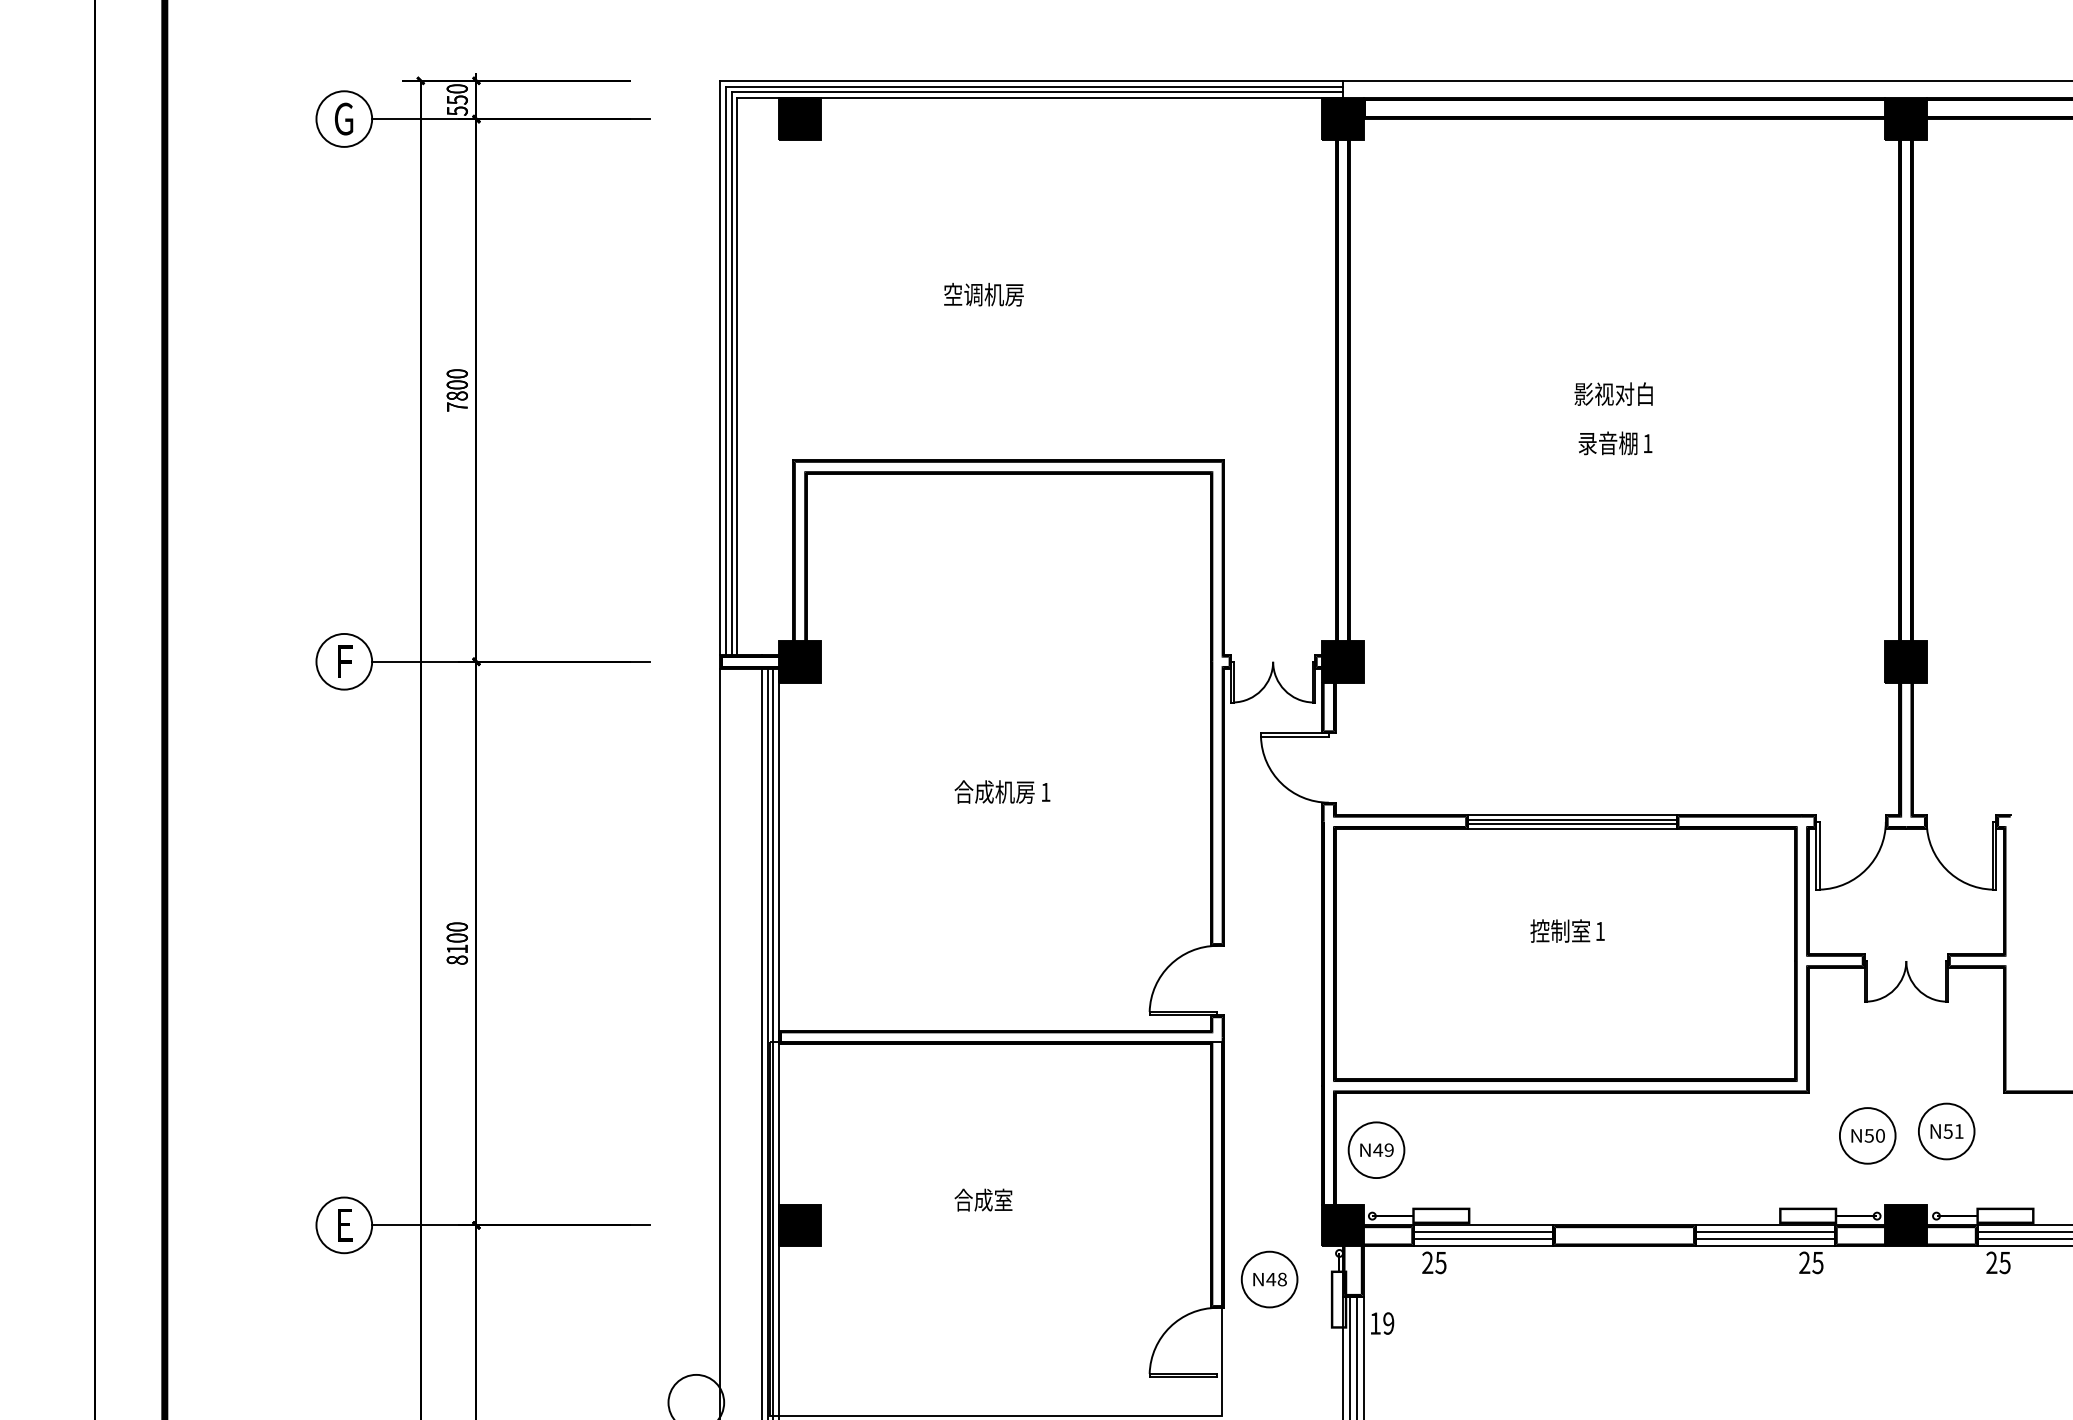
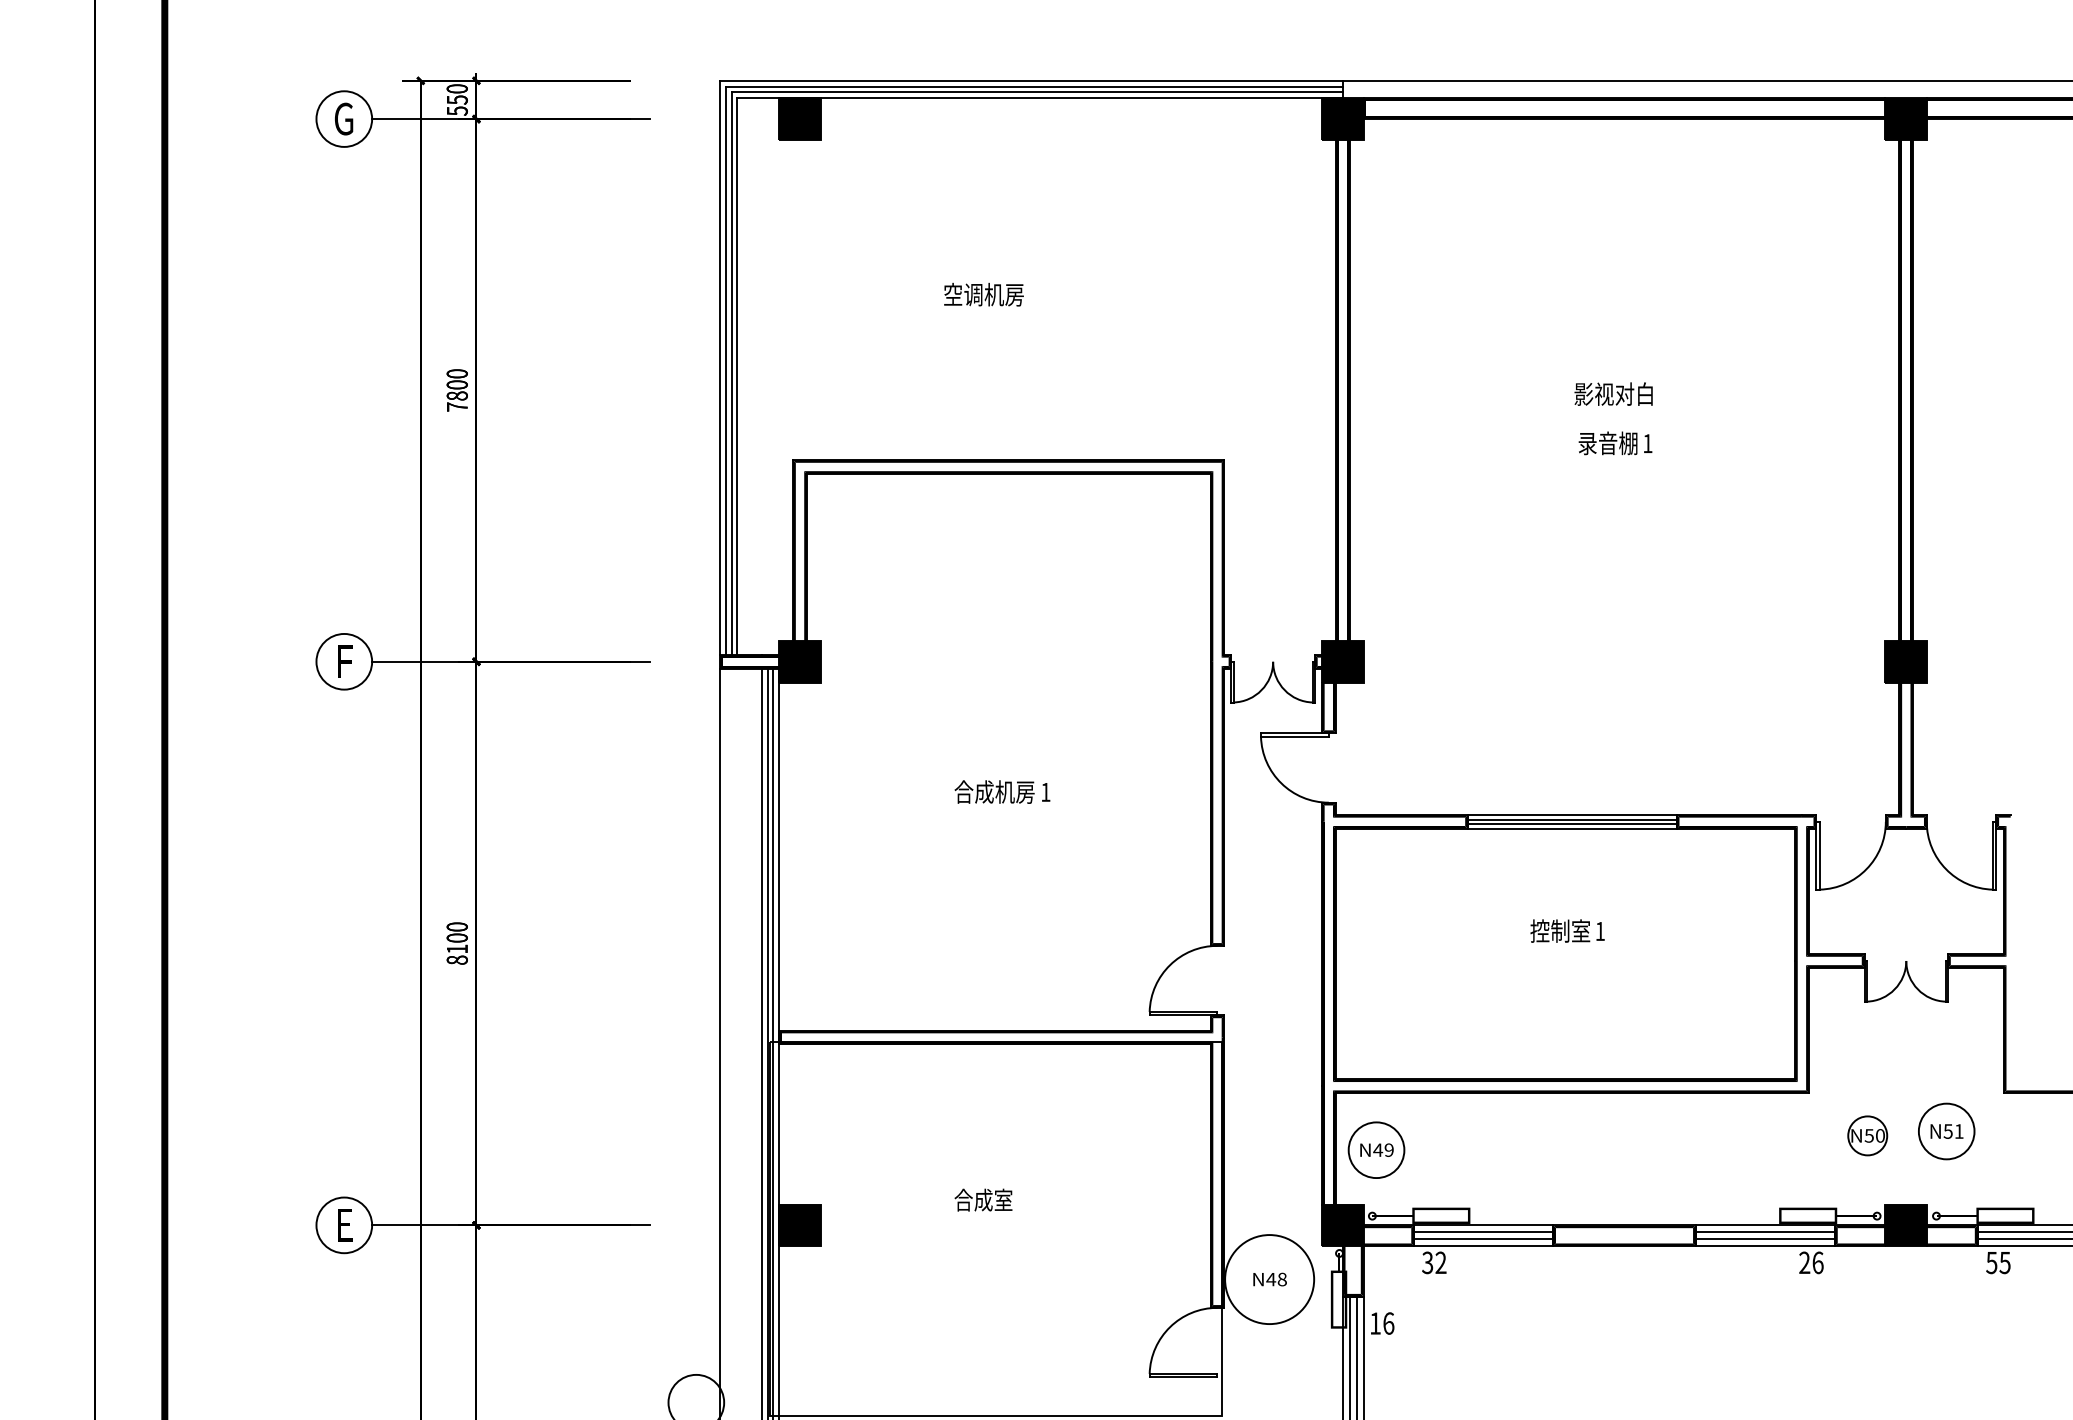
circle at (1867, 1135) diameter: 56 px -> 39 px
text at (1434, 1262): 25 -> 32
text at (1817, 1262): 25 -> 26
text at (1991, 1262): 25 -> 55
circle at (1269, 1279) diameter: 56 px -> 89 px
text at (1388, 1323): 19 -> 16
